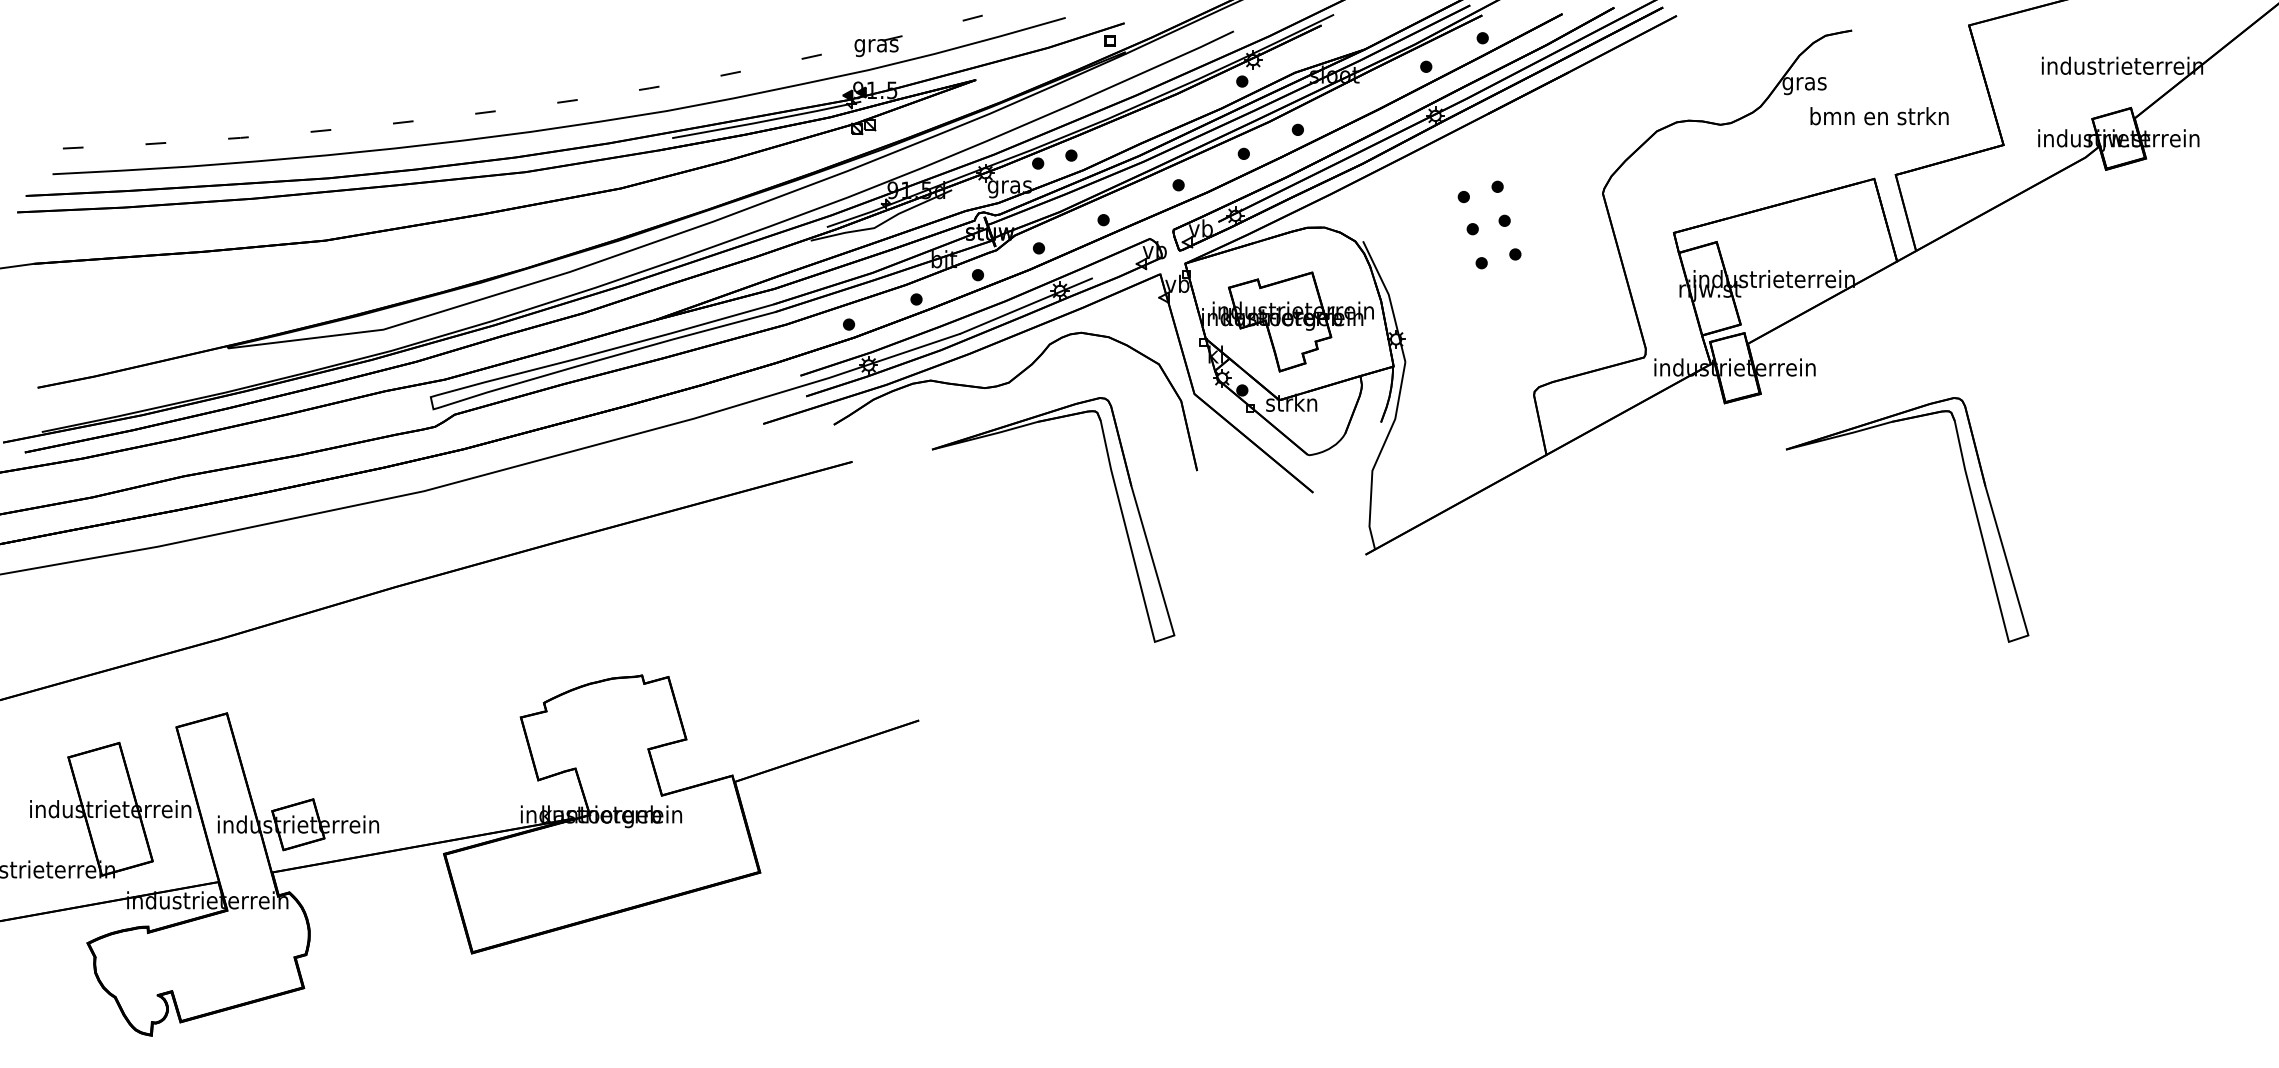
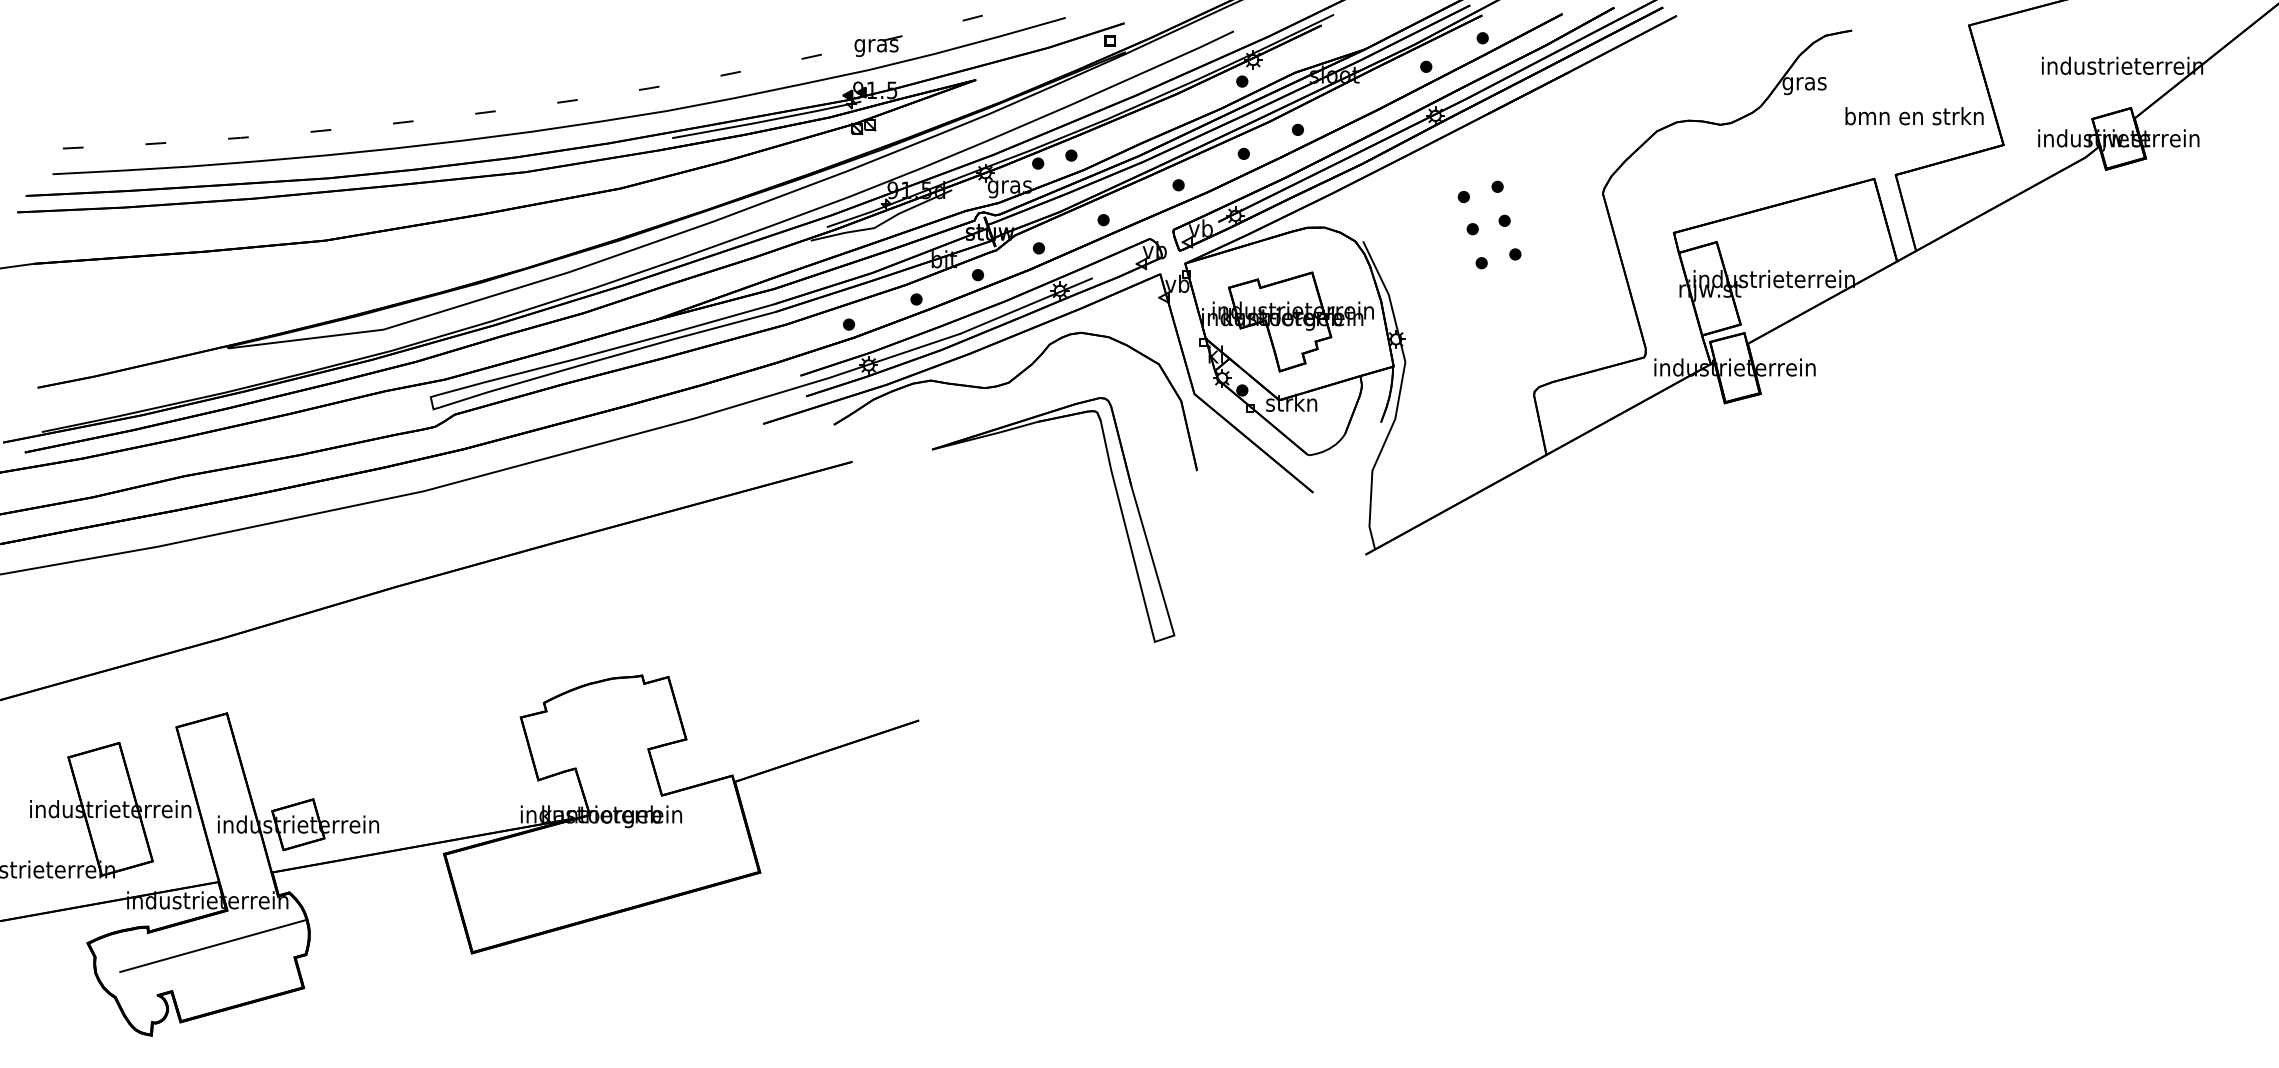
text at (1879, 116) position: (1879, 116) -> (1914, 116)
part at (1972, 503): present -> none
line at (212, 945): none -> present
